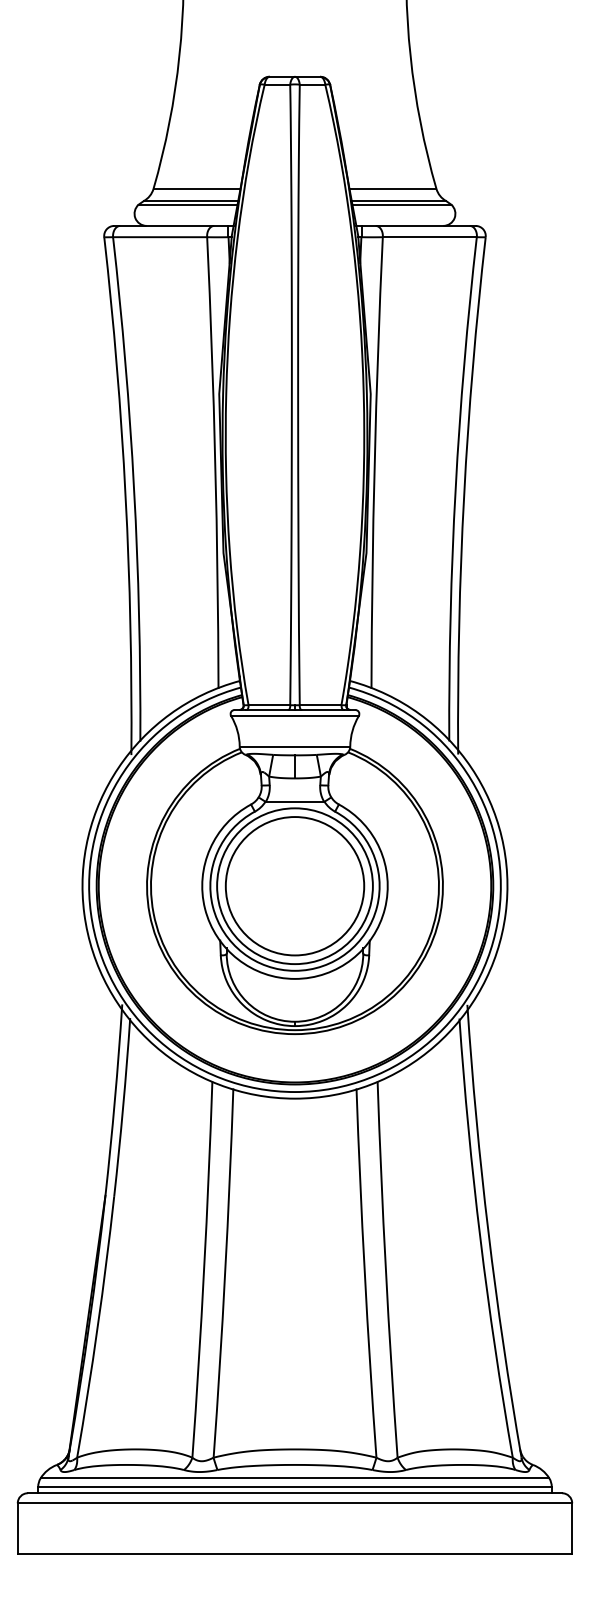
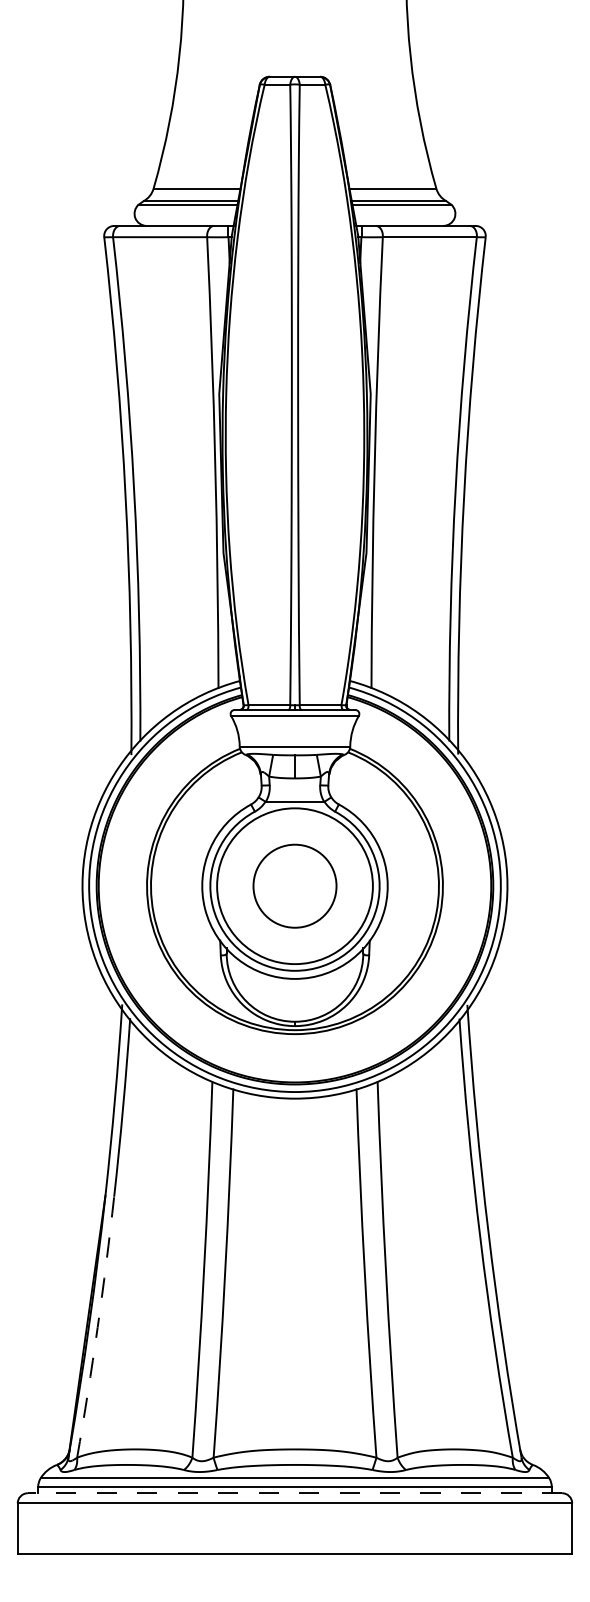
circle at (294, 886) diameter: 138 px -> 83 px
arc at (97, 1327): solid -> dashed
line at (294, 1493): solid -> dashed
